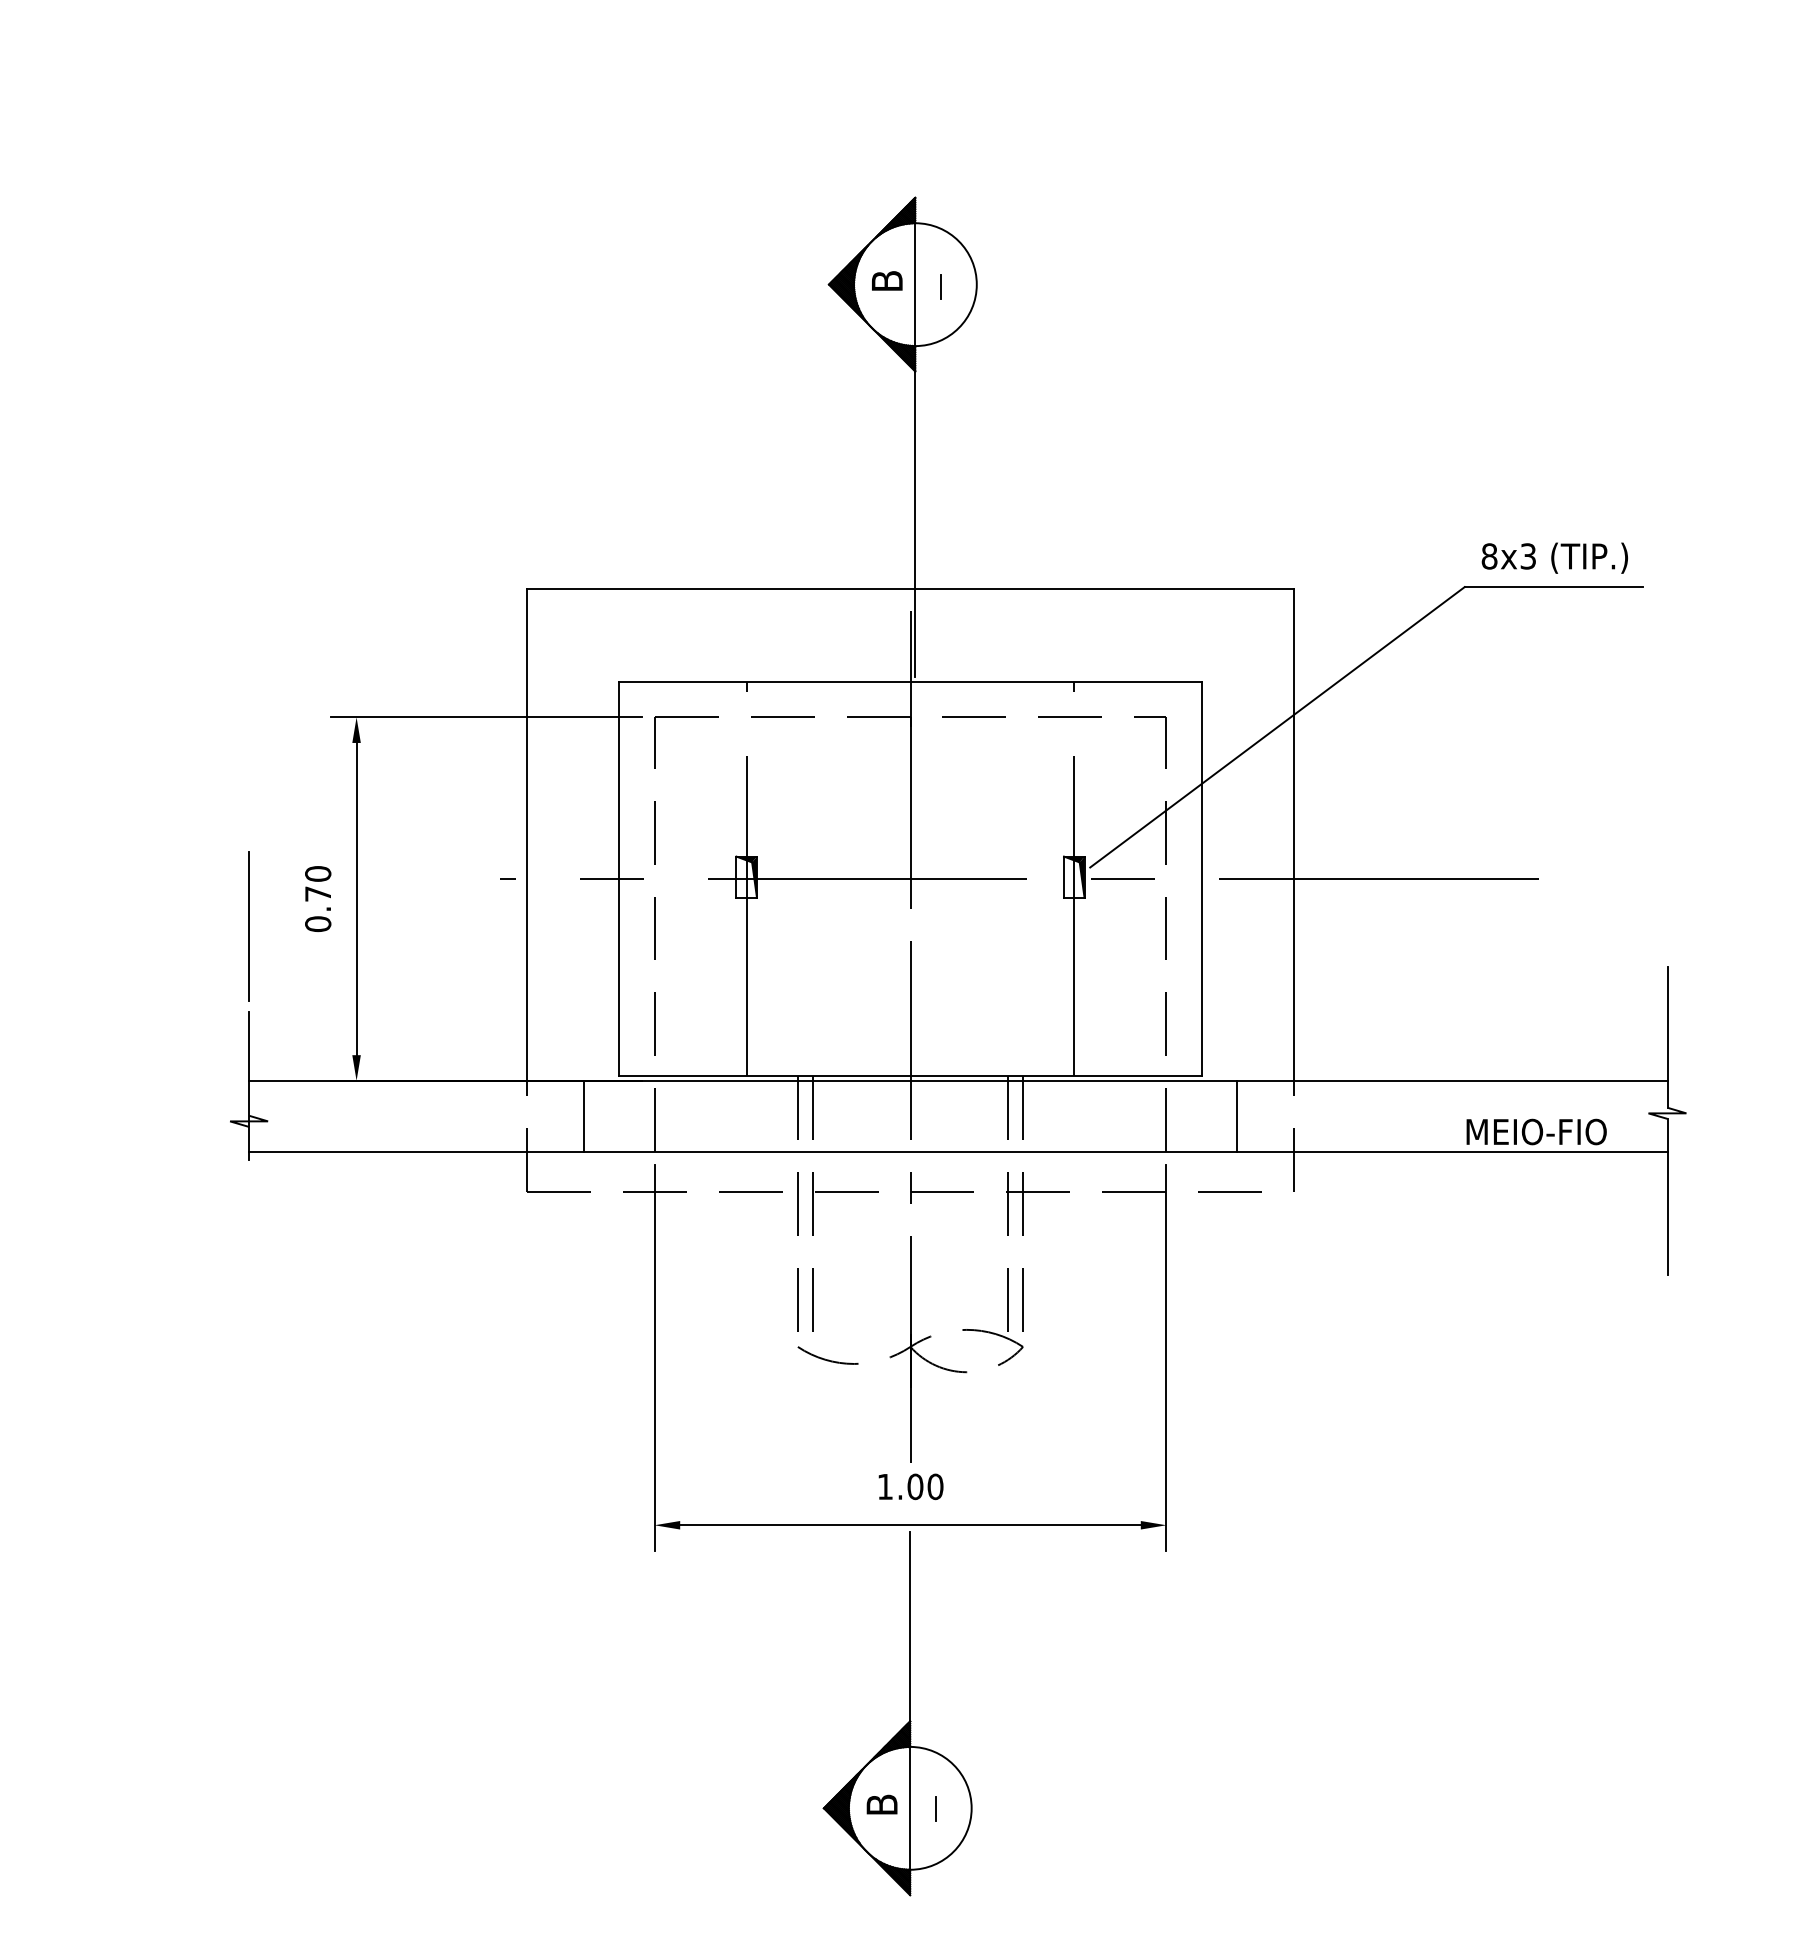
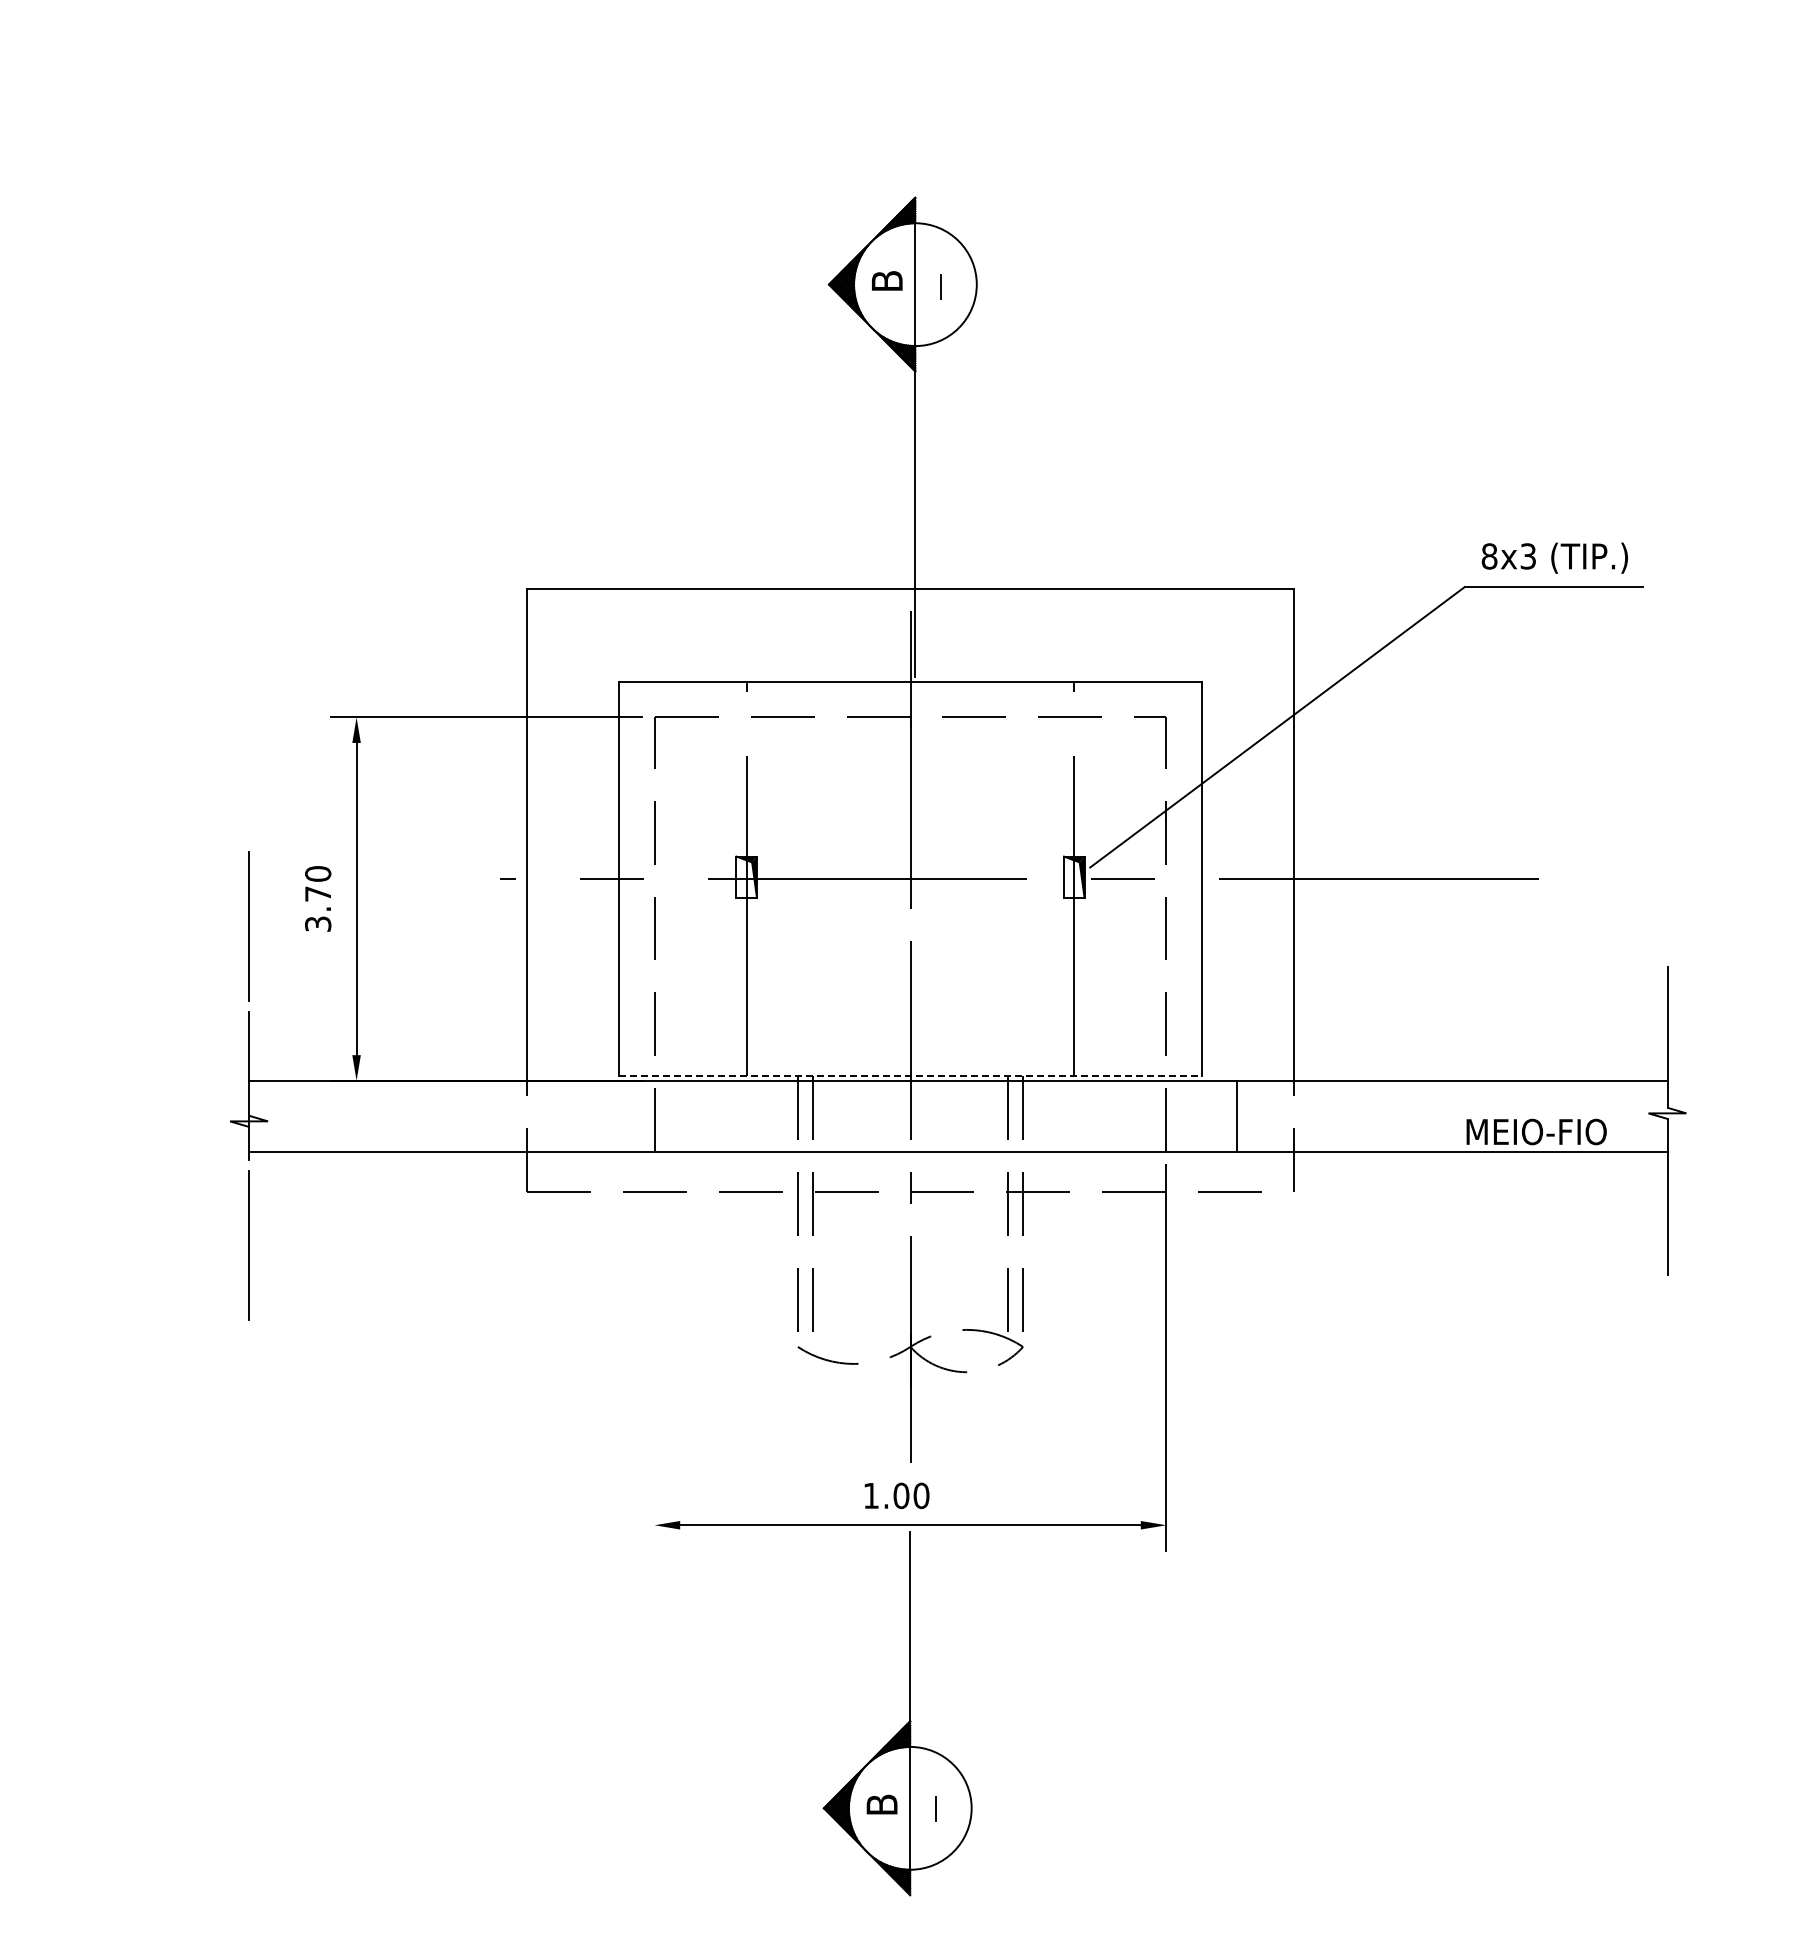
text at (318, 924): 0.70 -> 3.70
line at (910, 1075): solid -> dashed
line at (583, 1116): present -> none
line at (248, 1245): none -> present
line at (654, 1357): present -> none
text at (910, 1486) position: (910, 1486) -> (896, 1495)
